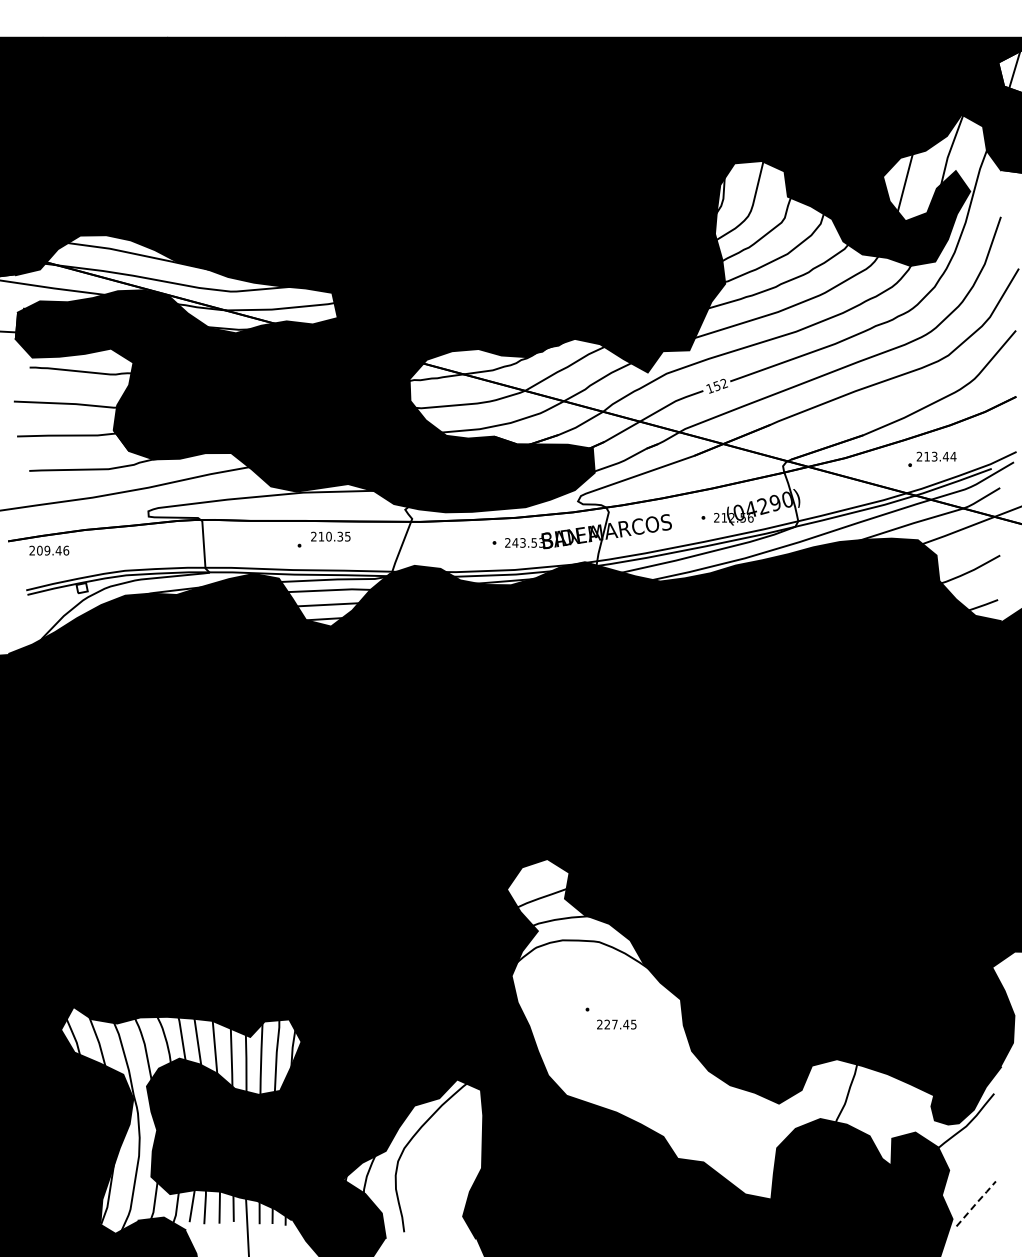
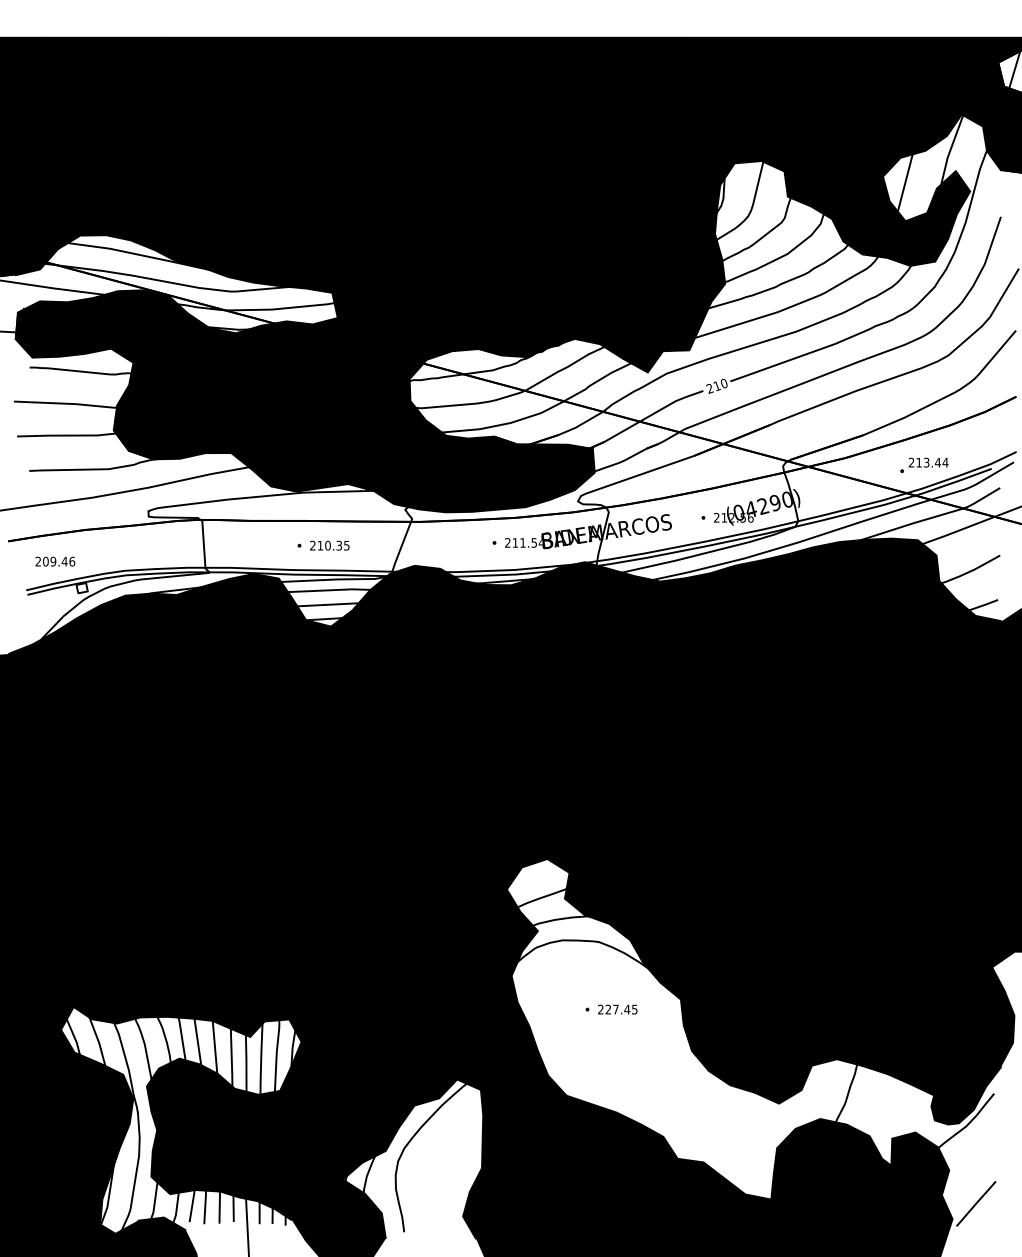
text at (716, 386): 152 -> 210
part at (932, 458) position: (932, 458) -> (924, 464)
text at (330, 536) position: (330, 536) -> (329, 545)
text at (527, 542): 243.53 -> 211.54
text at (49, 550) position: (49, 550) -> (55, 561)
text at (616, 1024) position: (616, 1024) -> (617, 1009)
line at (977, 1202): dashed -> solid
